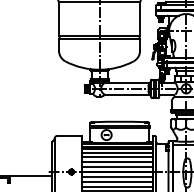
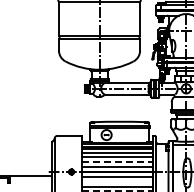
line at (117, 161): solid -> dashed
line at (116, 182): present -> none
line at (117, 191): solid -> dashed
